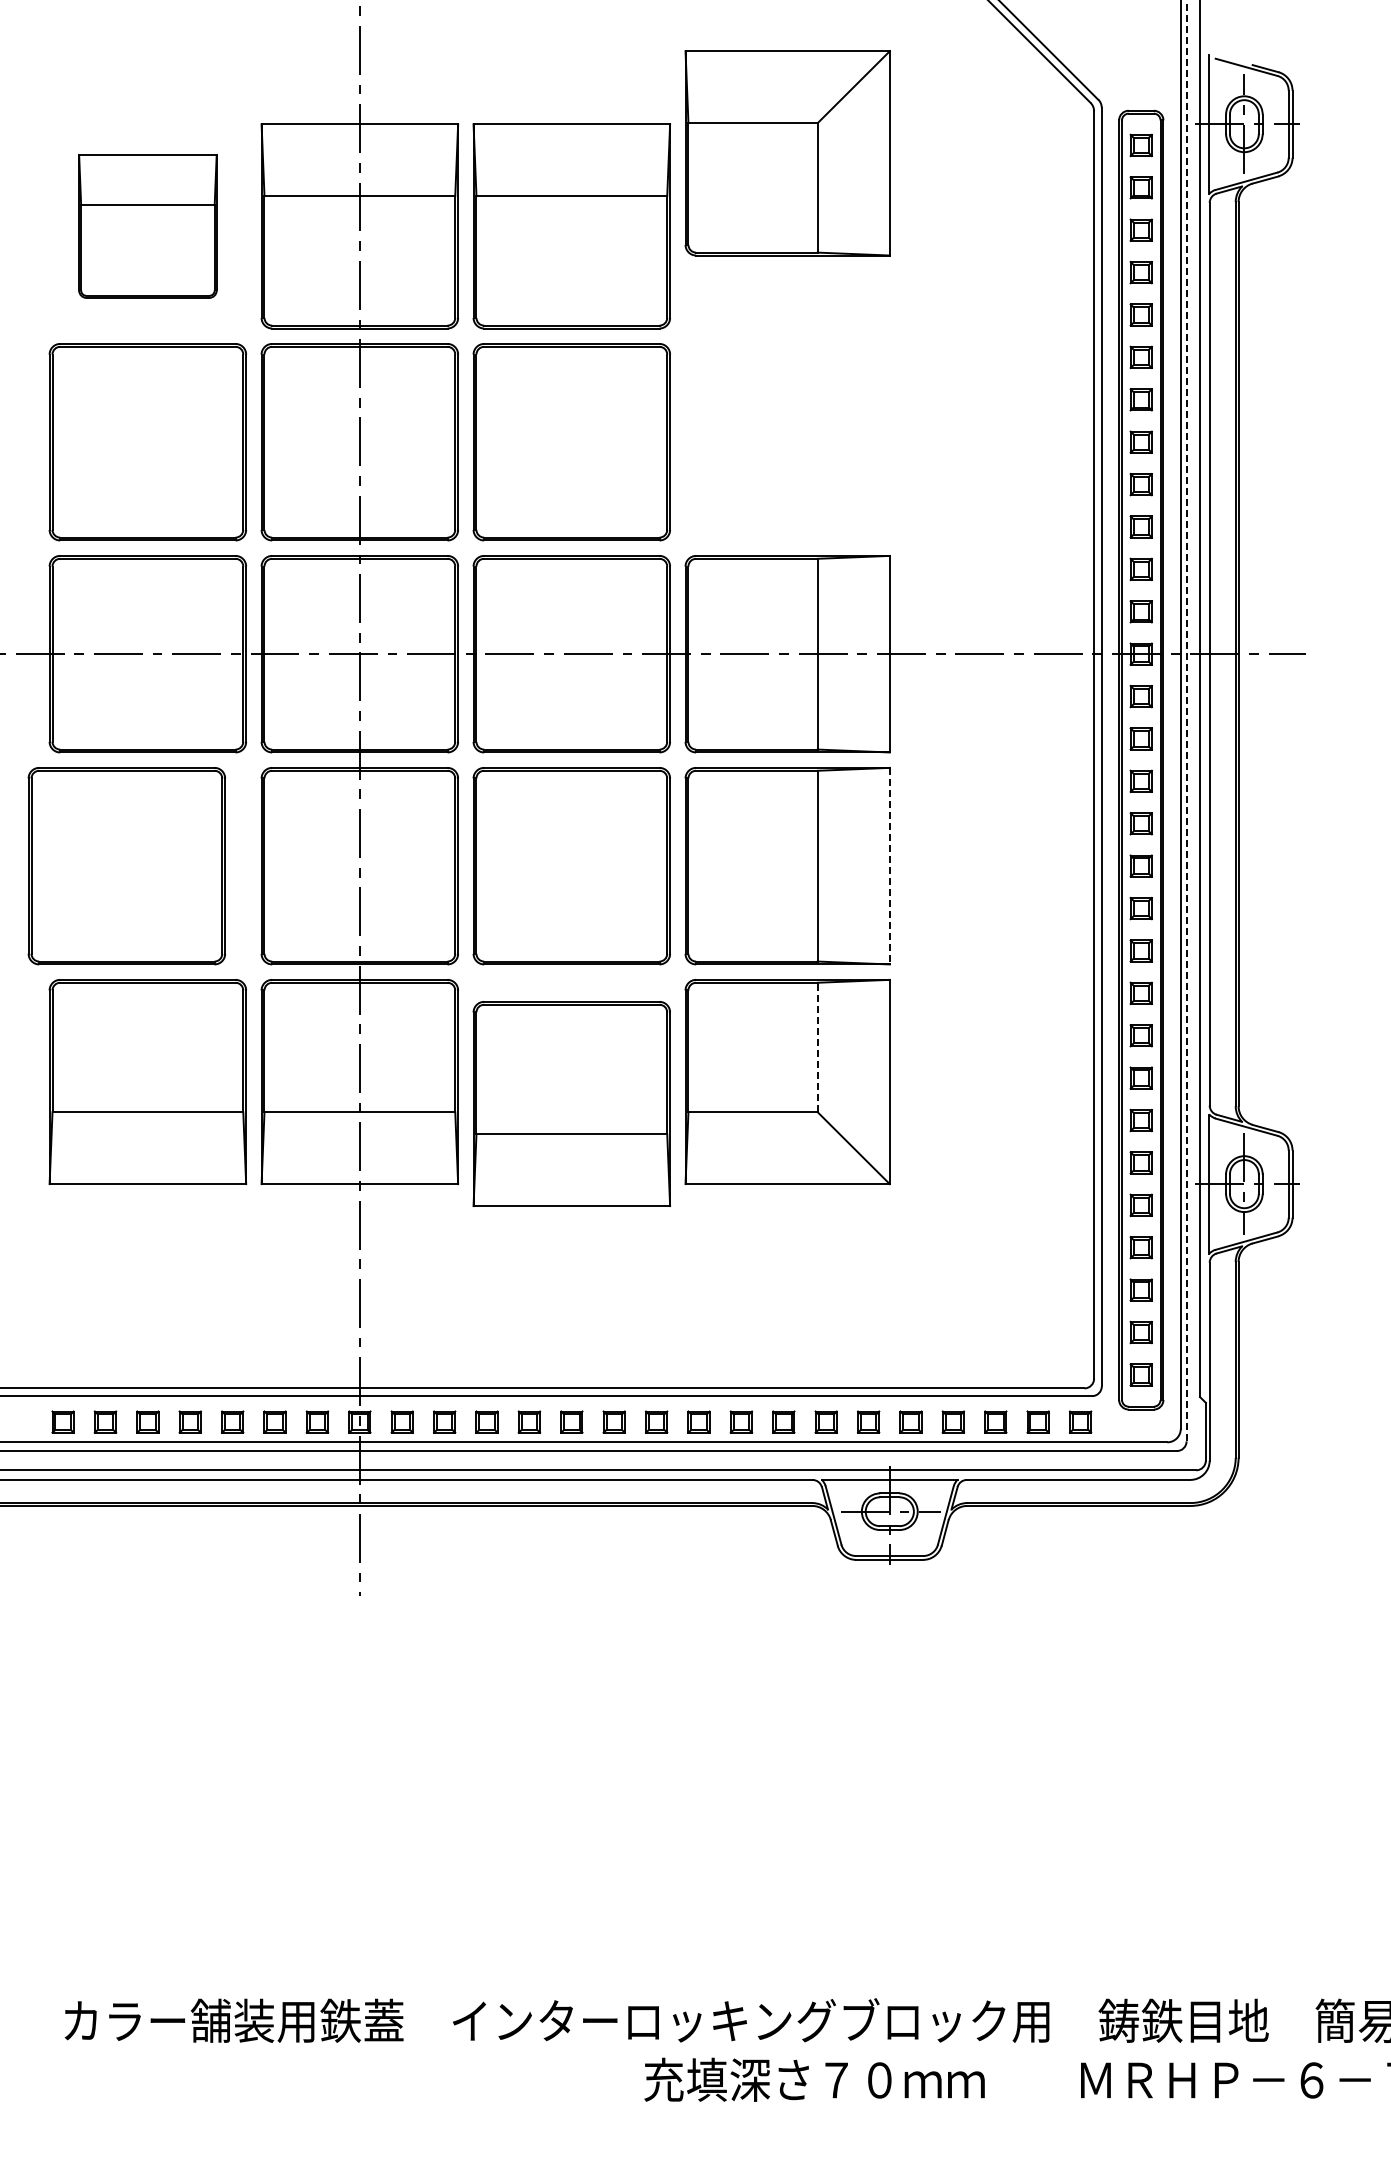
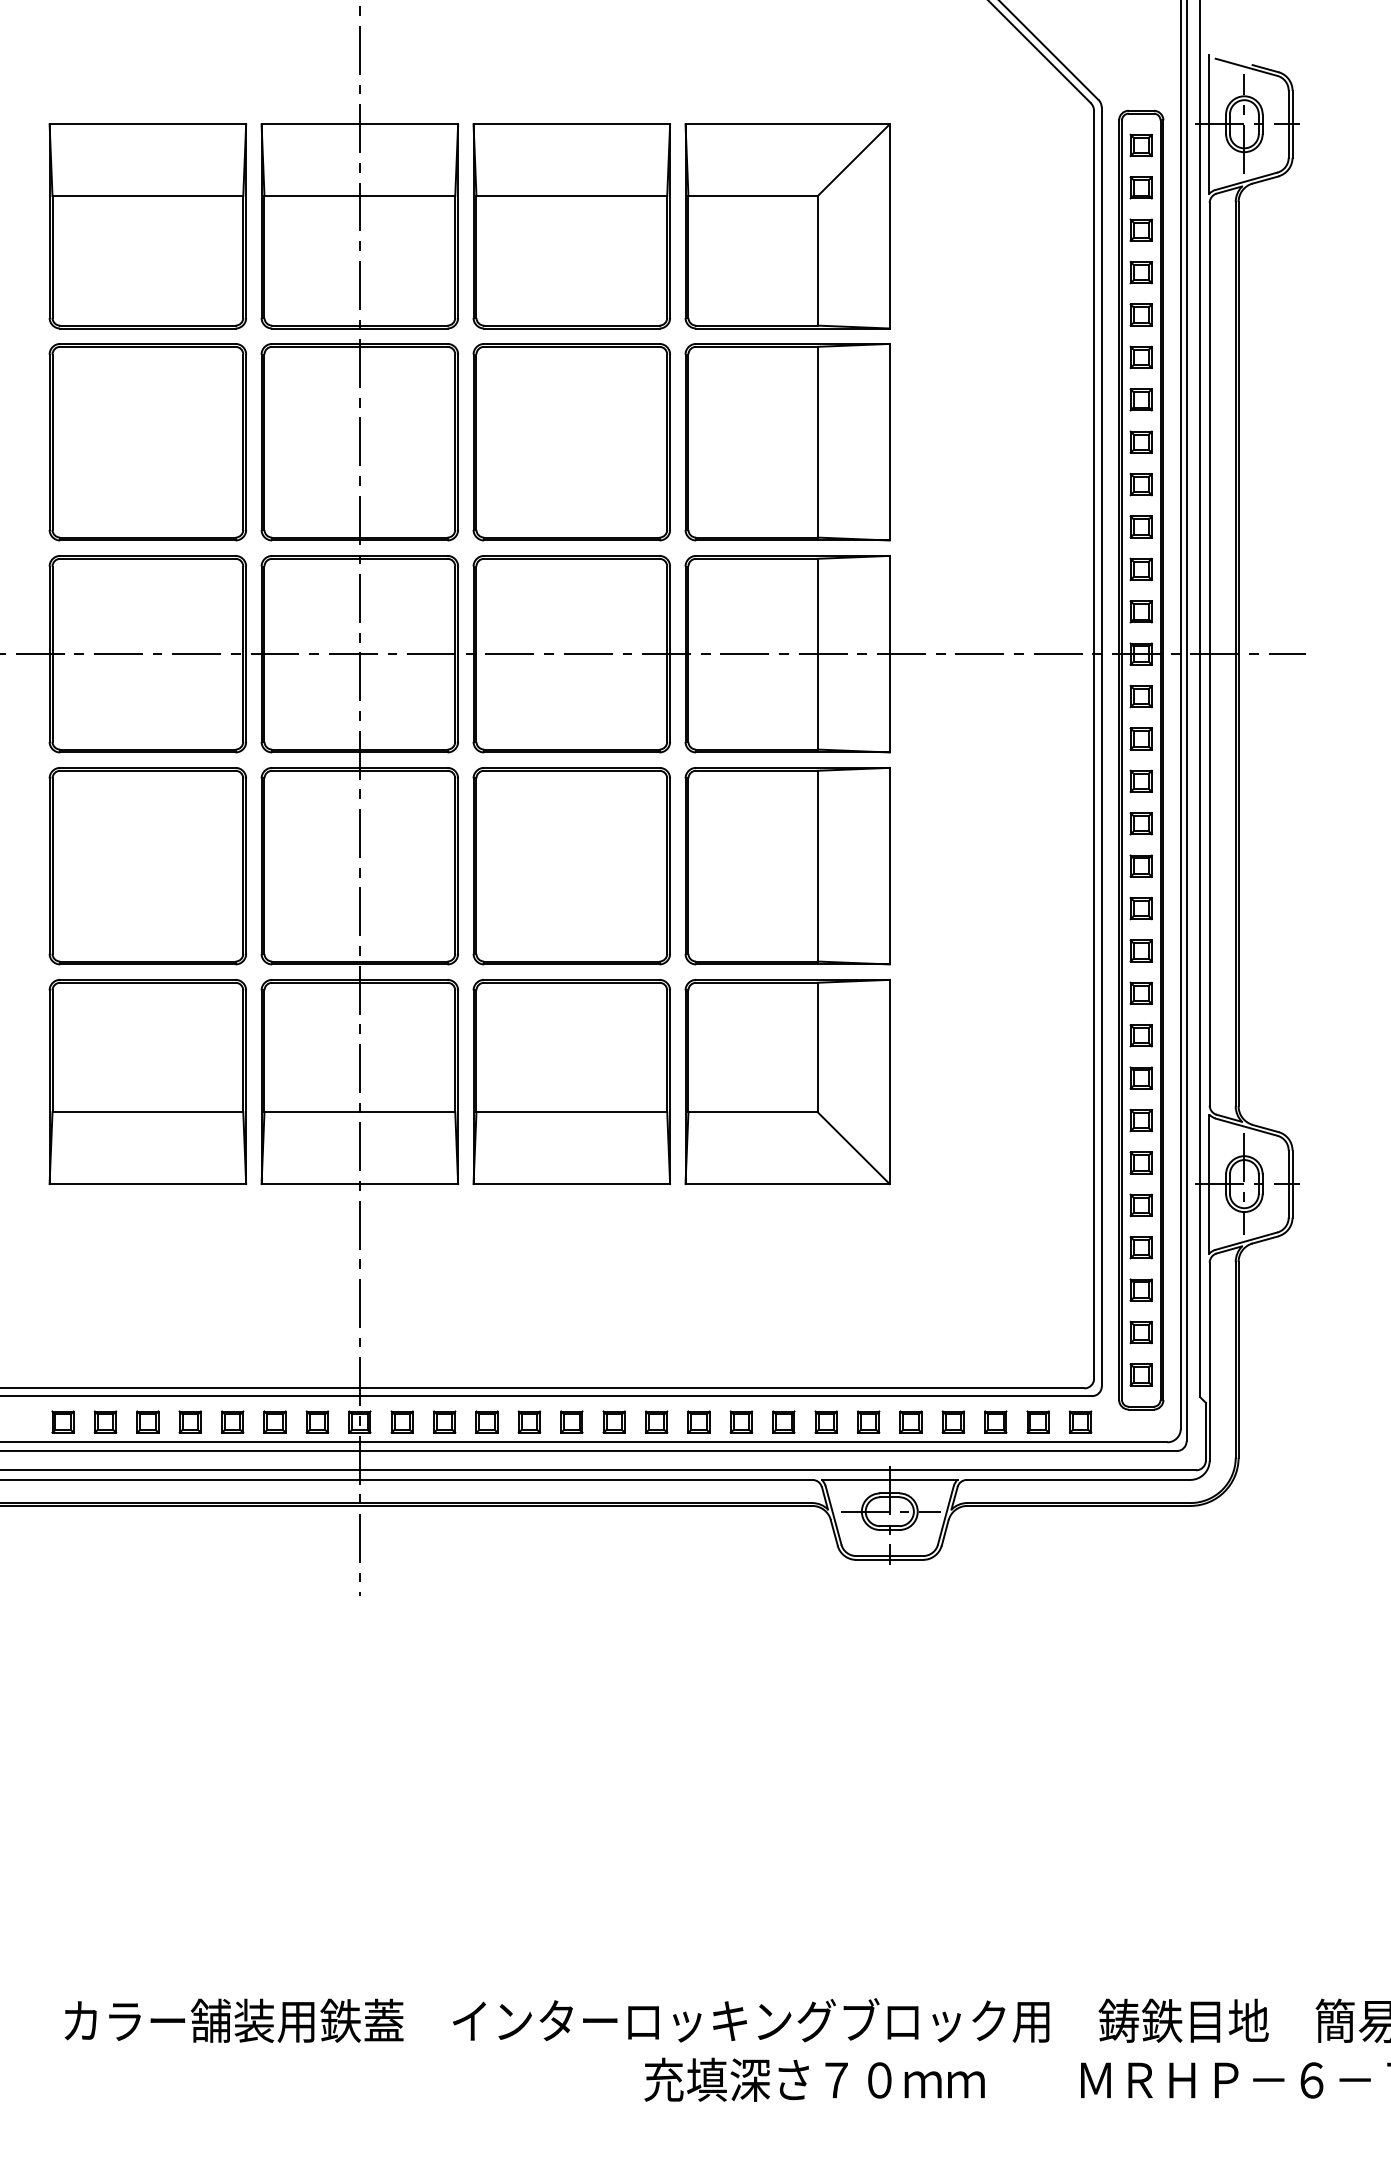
part at (787, 153) position: (787, 153) -> (787, 226)
part at (147, 226) size: 140x145 px -> 200x207 px
part at (787, 442): none -> present
line at (1186, 720): dashed -> solid
part at (126, 866) position: (126, 866) -> (147, 866)
line at (889, 866): dashed -> solid
line at (817, 1047): dashed -> solid
part at (571, 1103) position: (571, 1103) -> (571, 1081)
